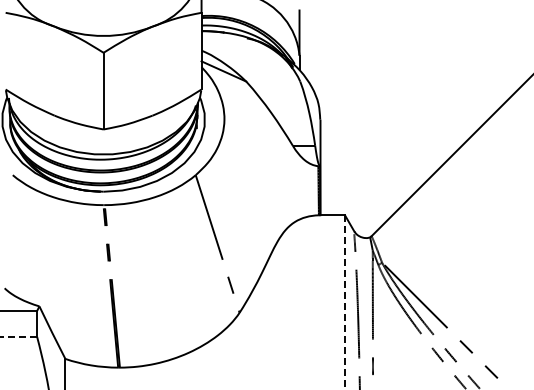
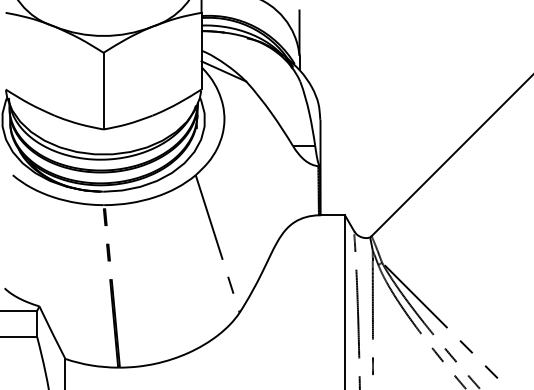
line at (344, 302): dashed -> solid
line at (18, 336): dashed -> solid
